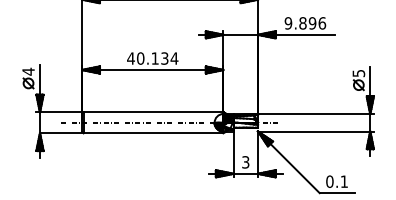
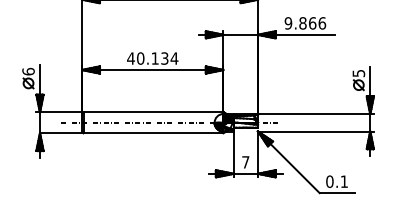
text at (312, 23): 9.896 -> 9.866
text at (28, 71): 4 -> 6
text at (245, 162): 3 -> 7
